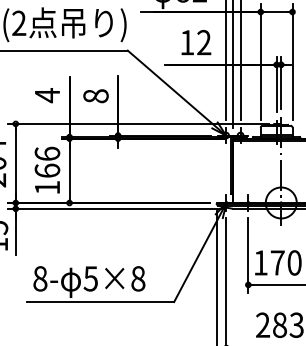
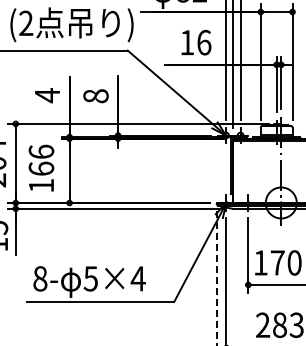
text at (64, 24) position: (64, 24) -> (71, 24)
text at (204, 42): 12 -> 16
text at (47, 169) position: (47, 169) -> (41, 167)
text at (137, 278): 5×8 -> 5×4
line at (216, 278): solid -> dashed
